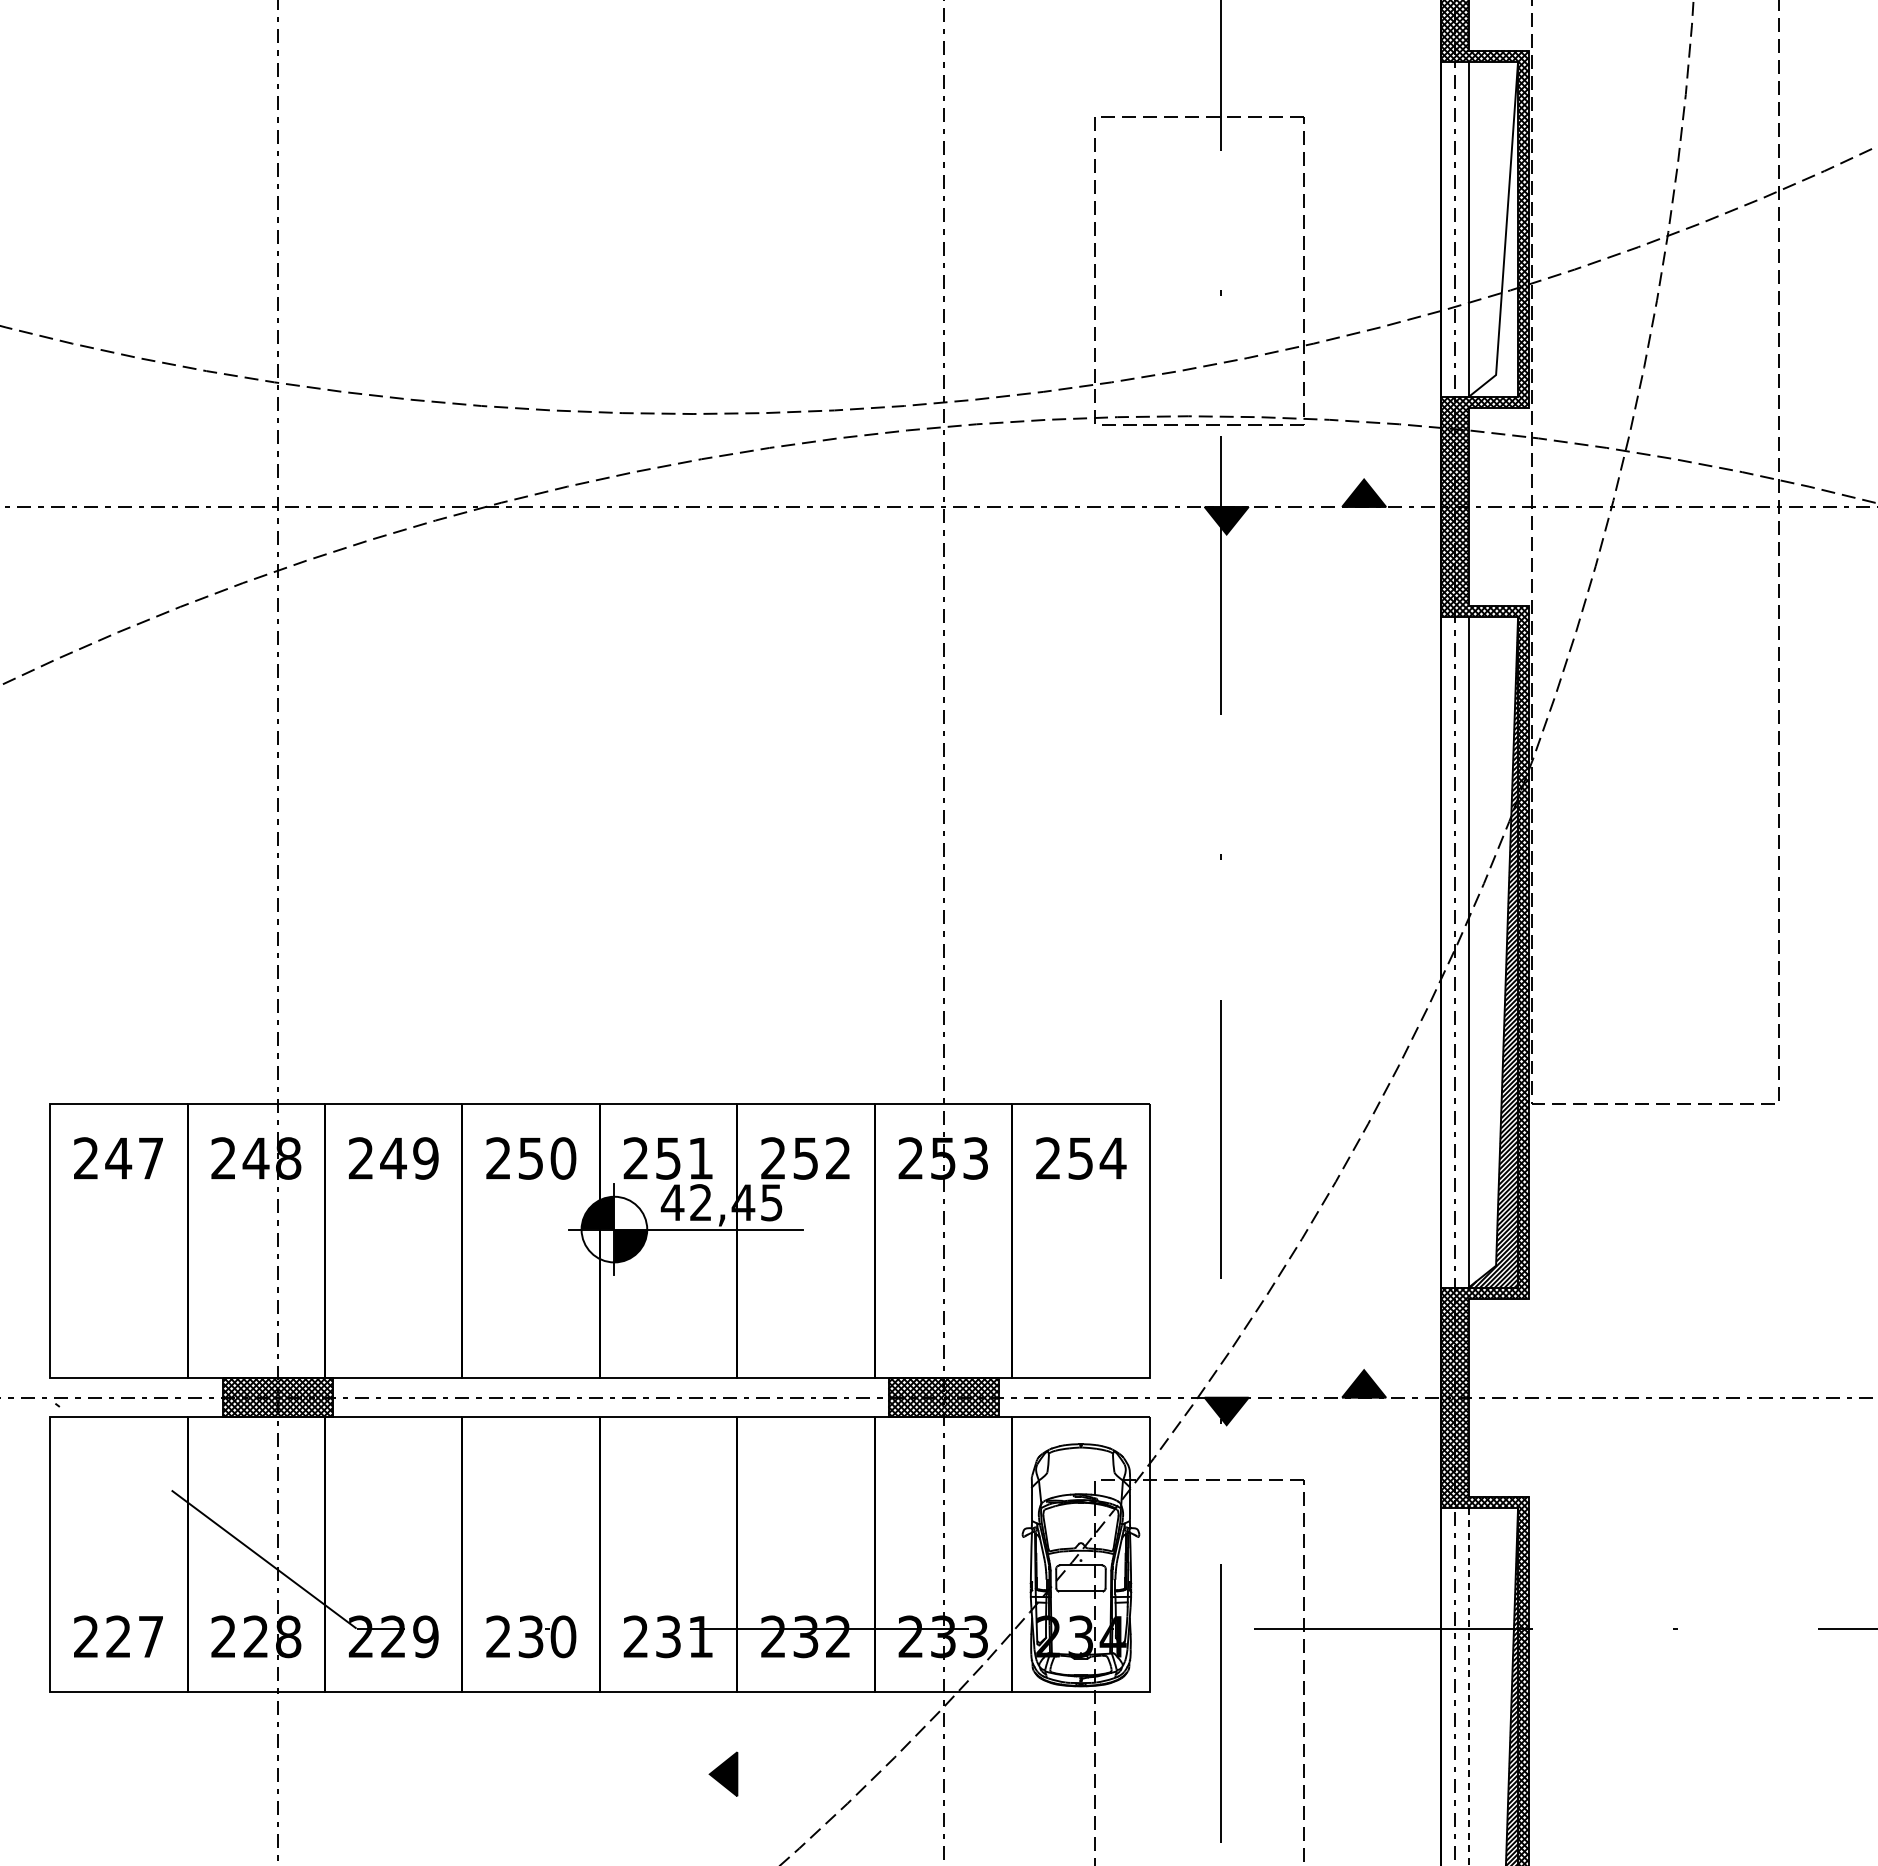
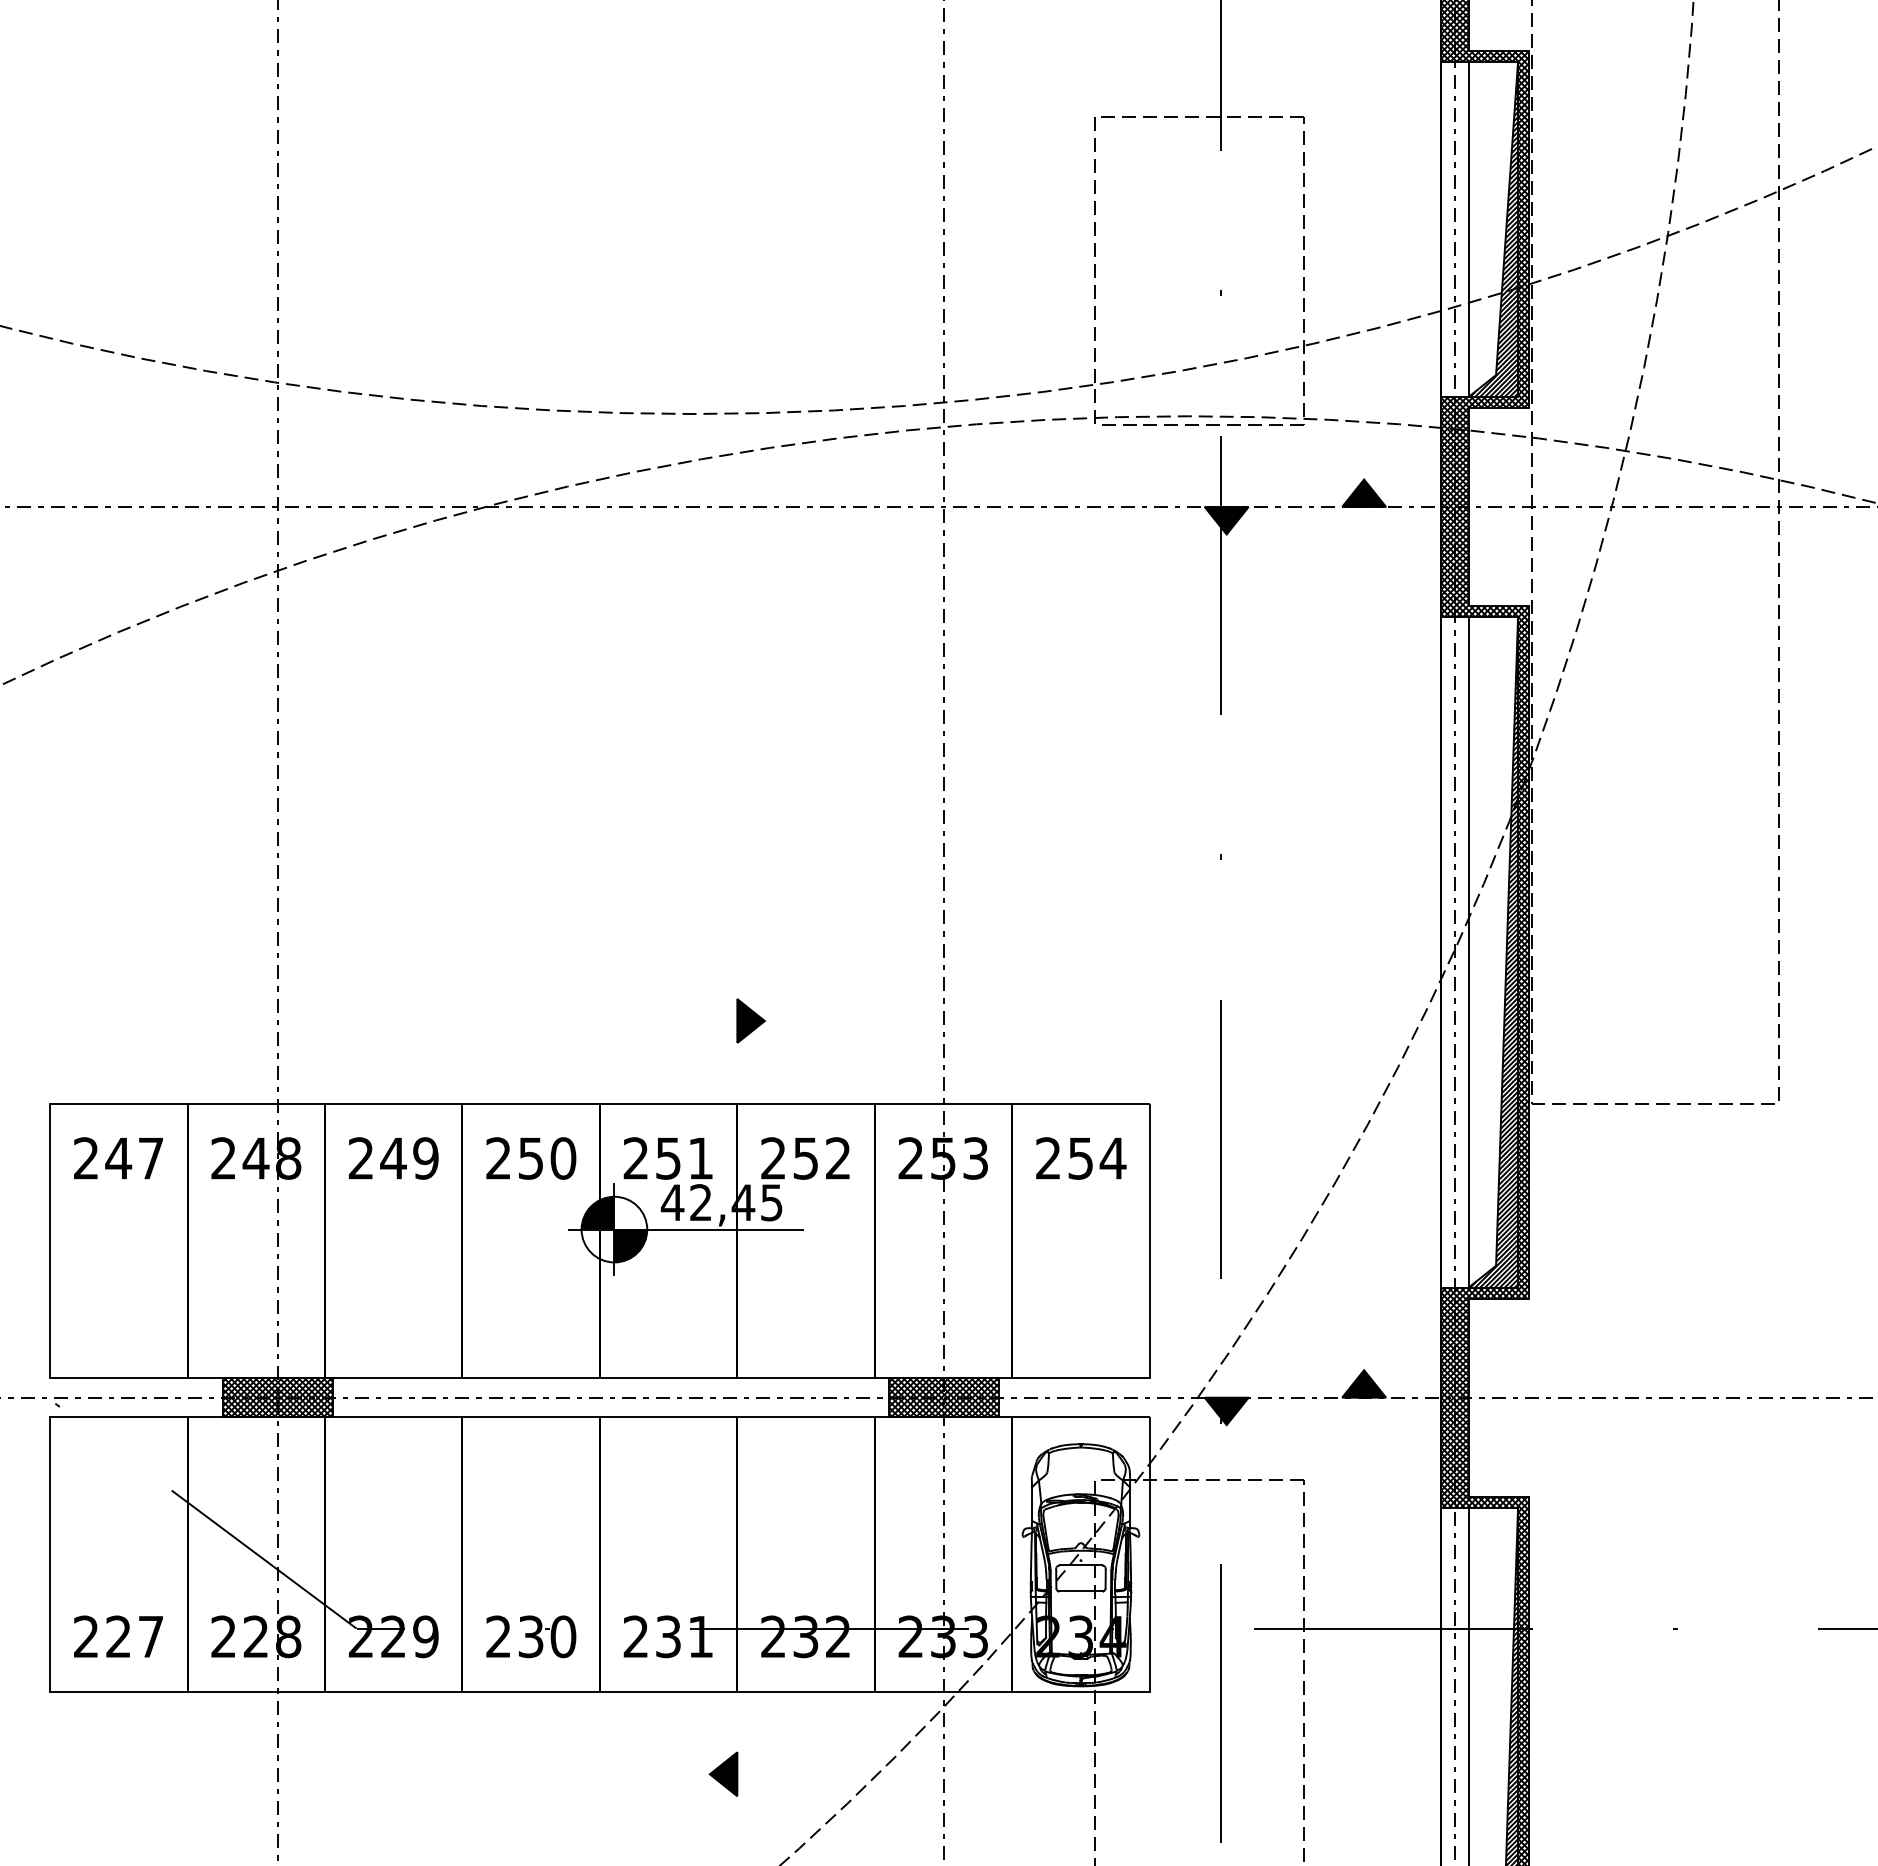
hatch at (1494, 229): none -> present
part at (750, 1020): none -> present
line at (1468, 1686): dashed -> solid
